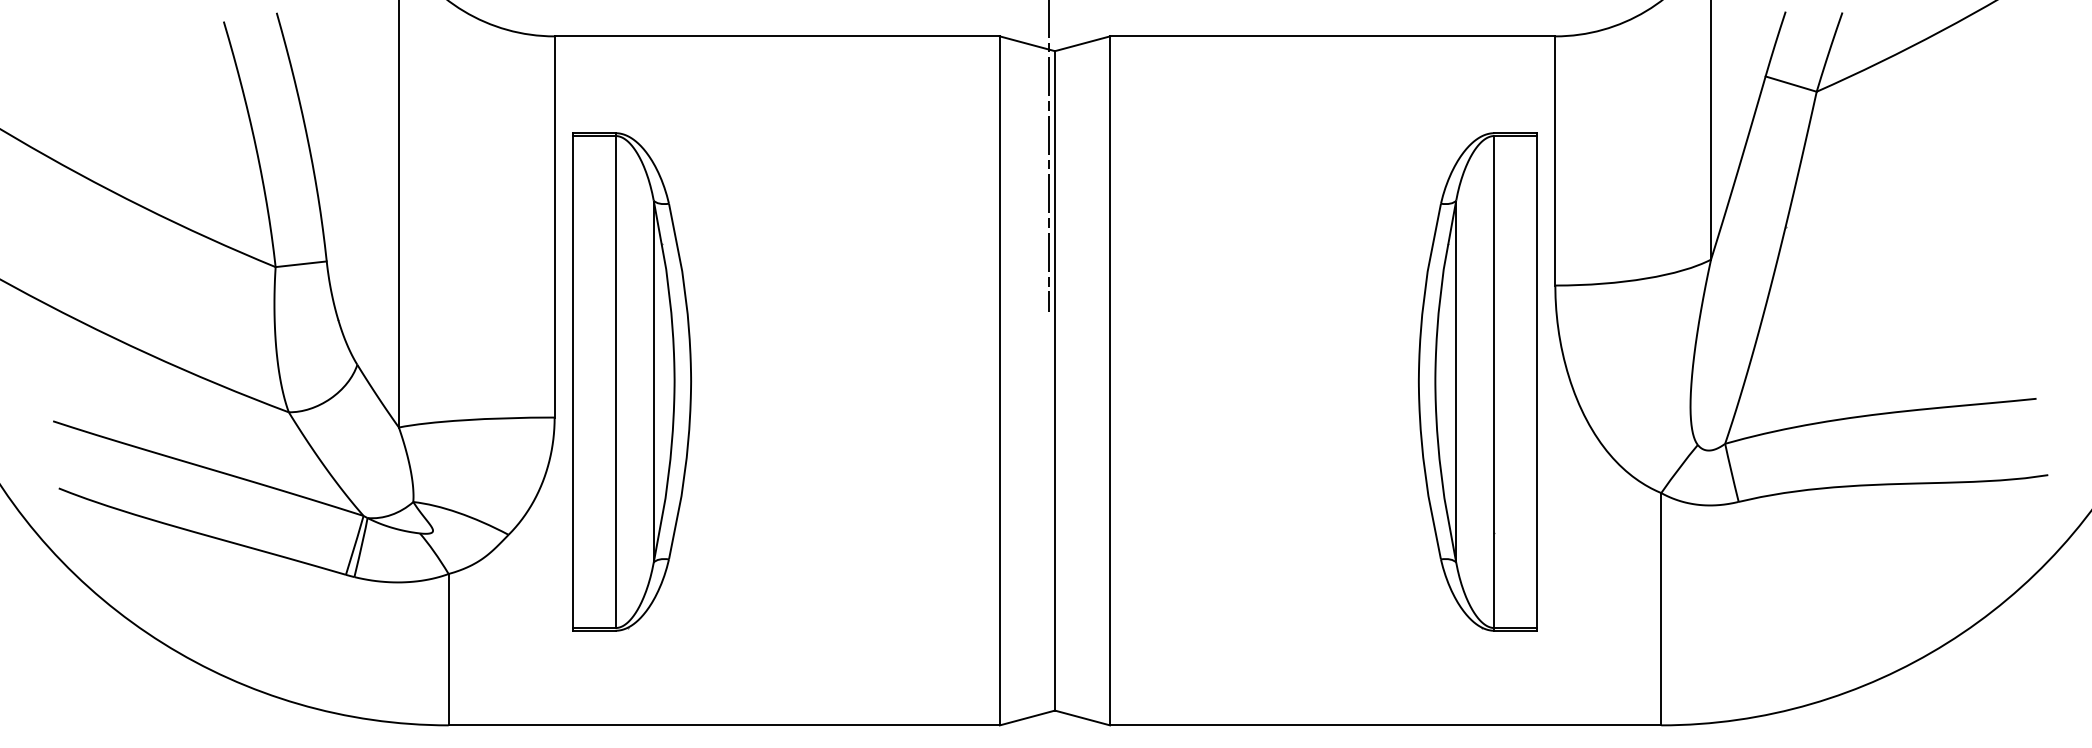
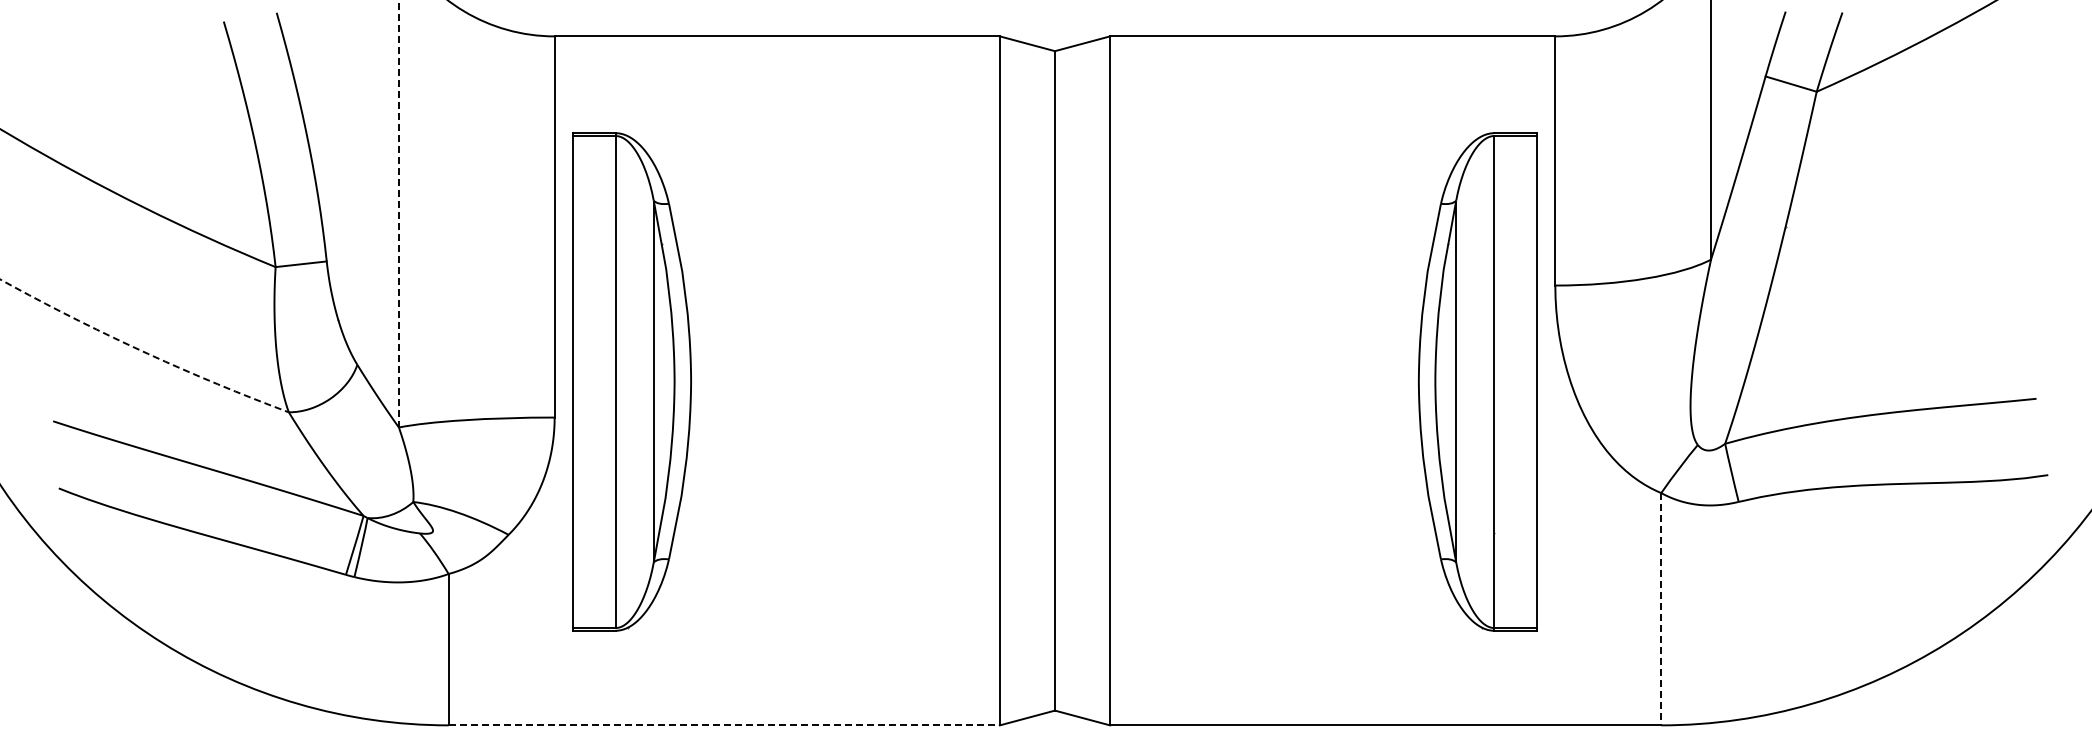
line at (1049, 156): present -> none
line at (398, 213): solid -> dashed
arc at (143, 351): solid -> dashed
line at (1661, 609): solid -> dashed
line at (724, 725): solid -> dashed
